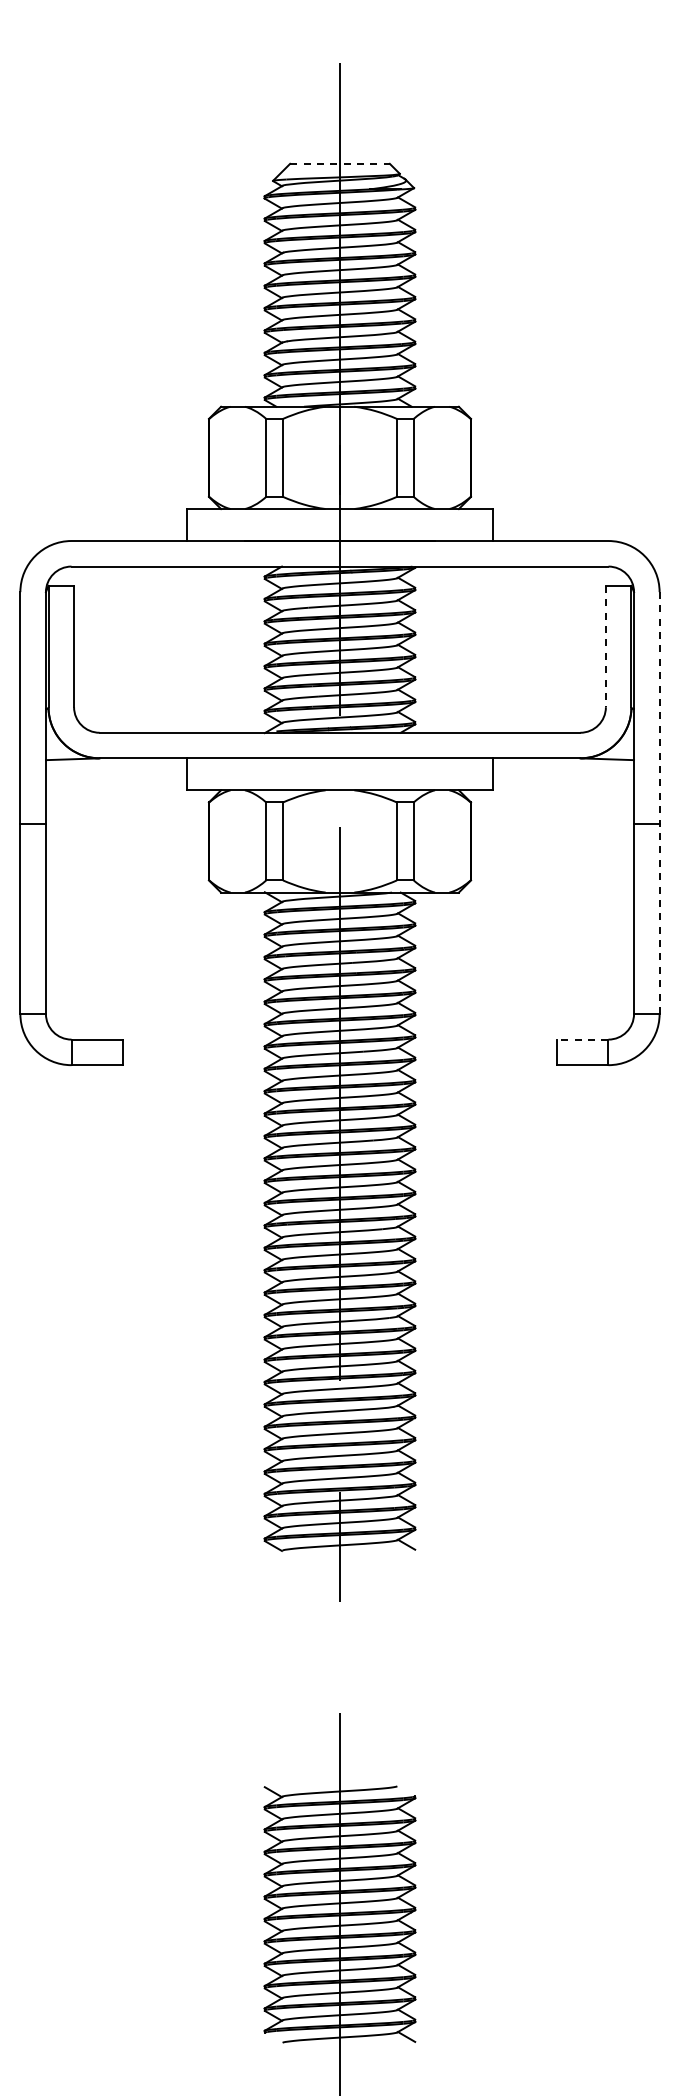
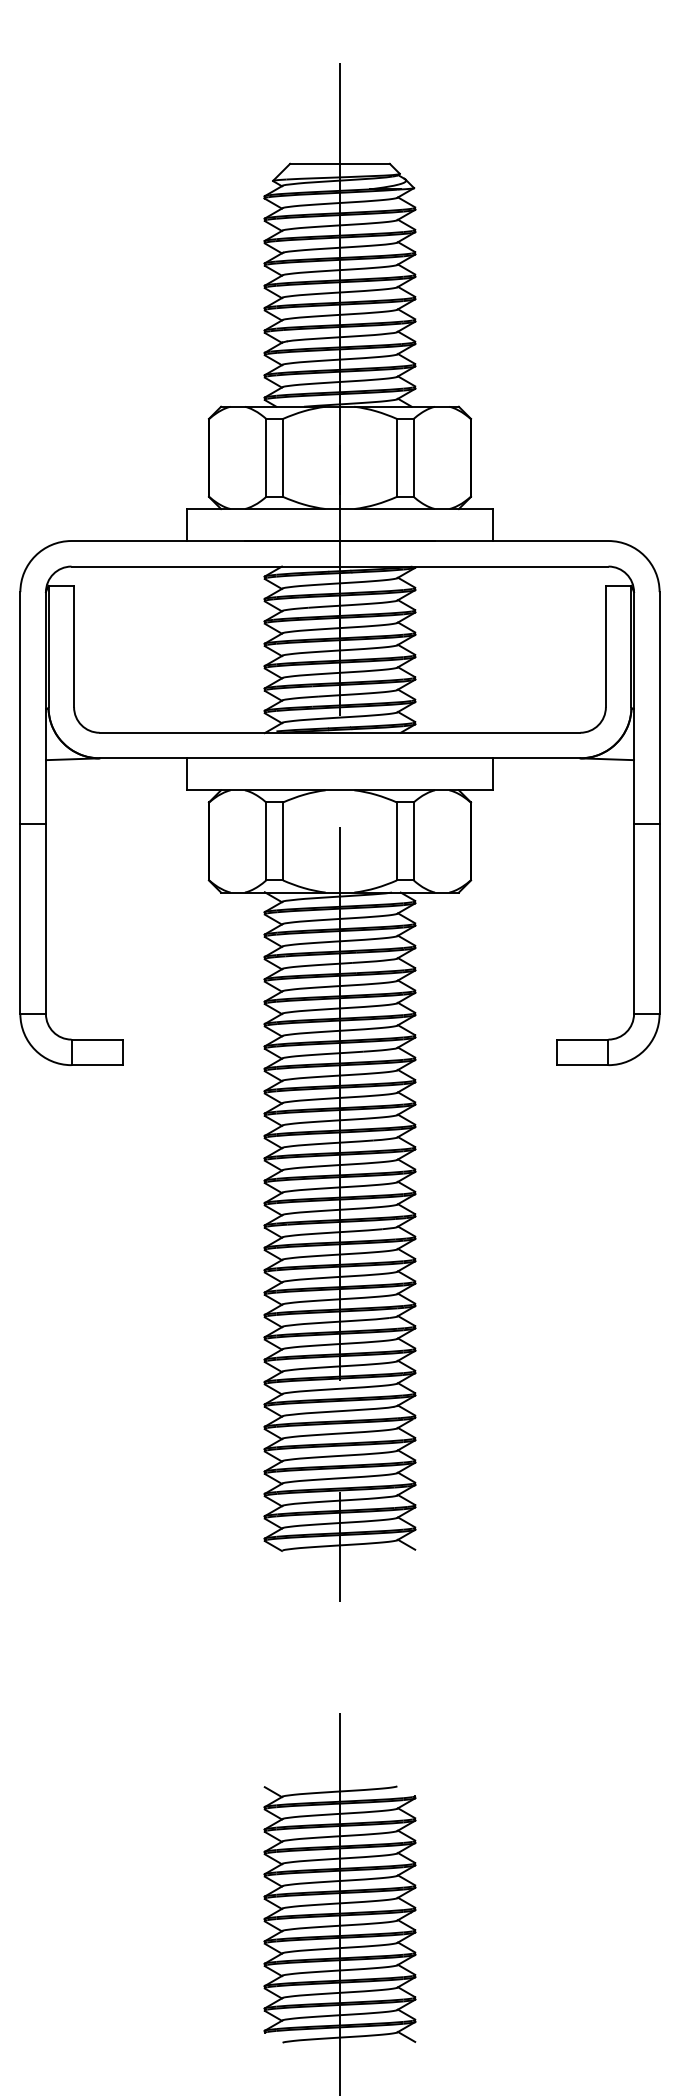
line at (339, 163): dashed -> solid
line at (605, 646): dashed -> solid
line at (659, 803): dashed -> solid
line at (582, 1039): dashed -> solid
